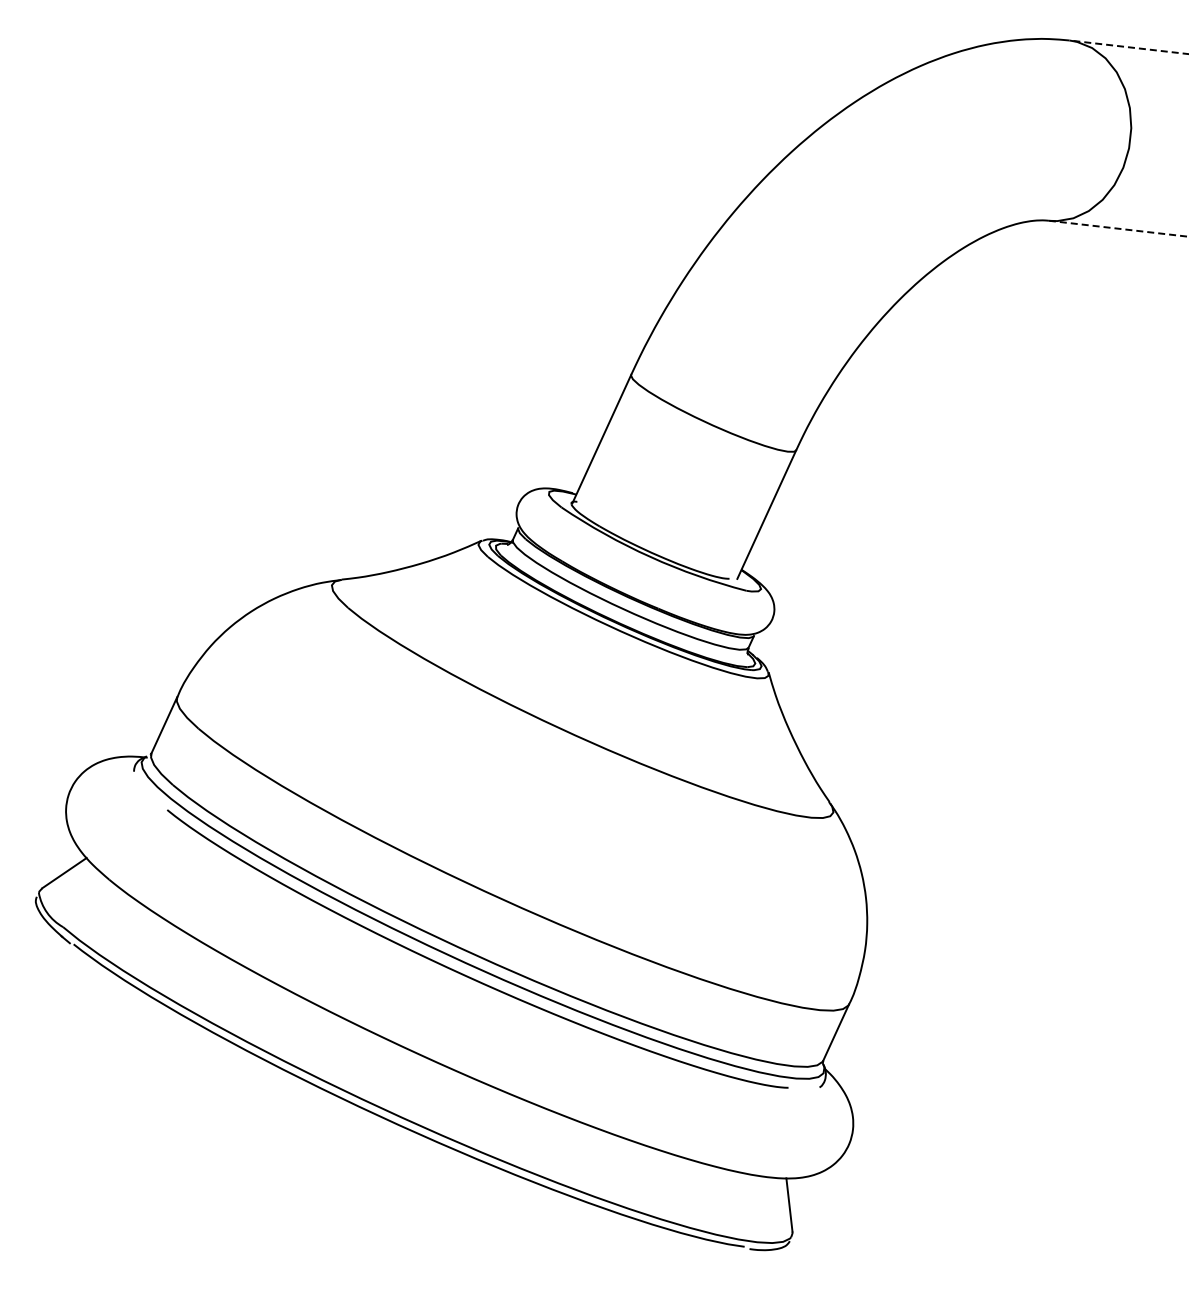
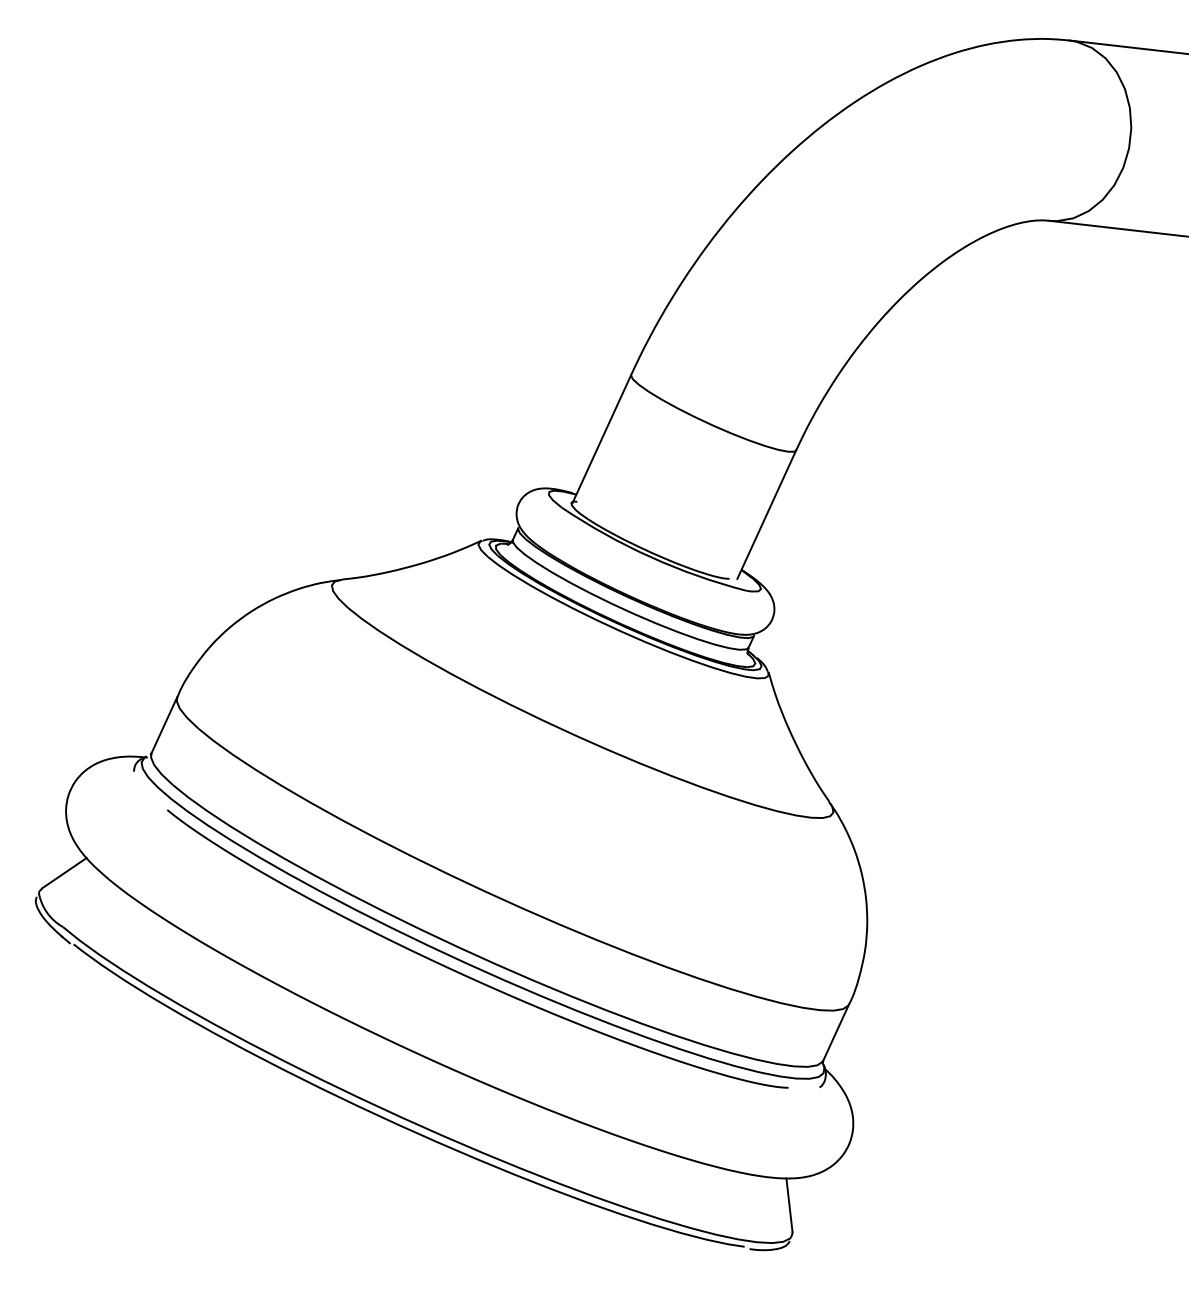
line at (1129, 47): dashed -> solid
line at (1119, 228): dashed -> solid
